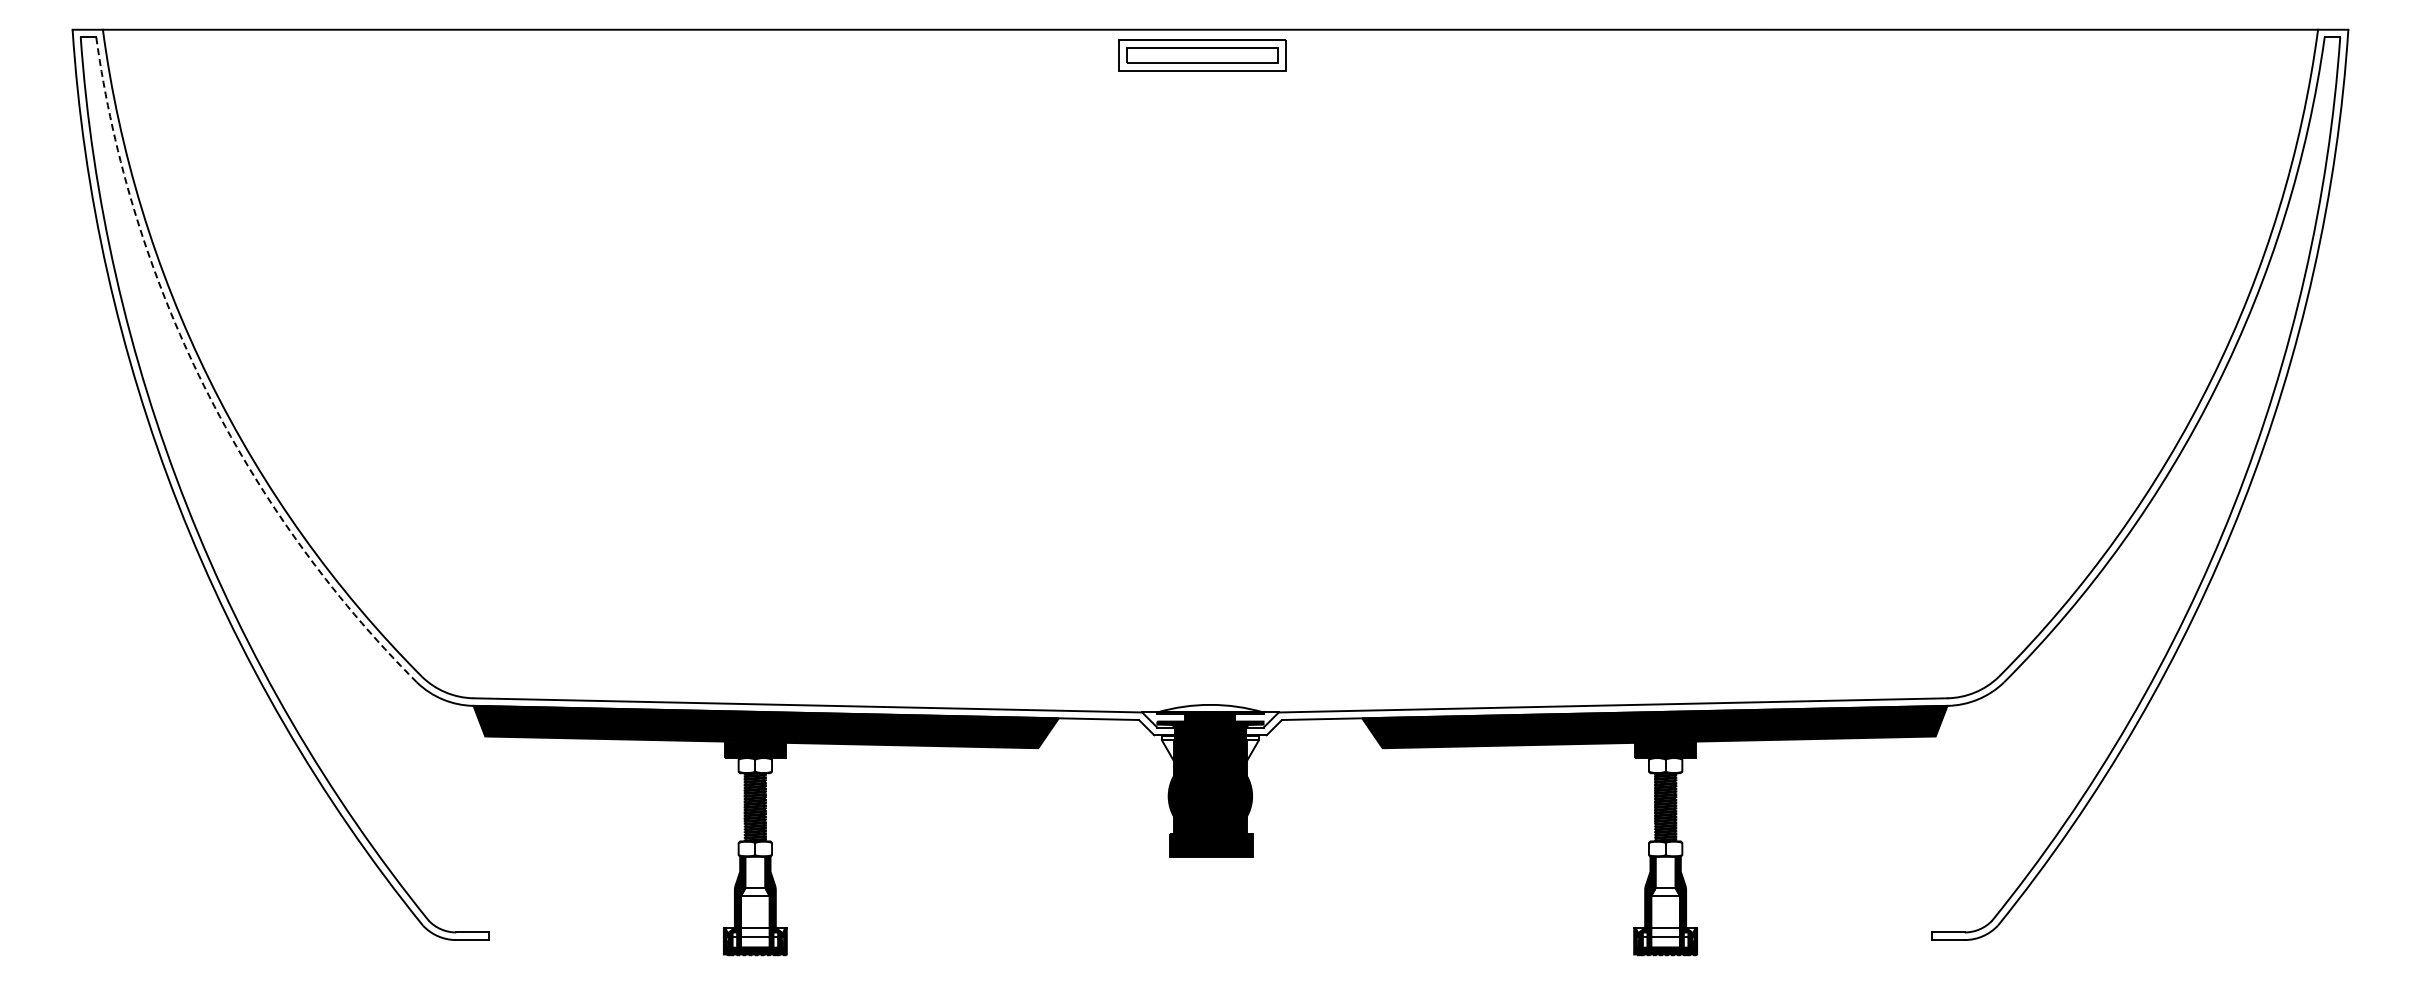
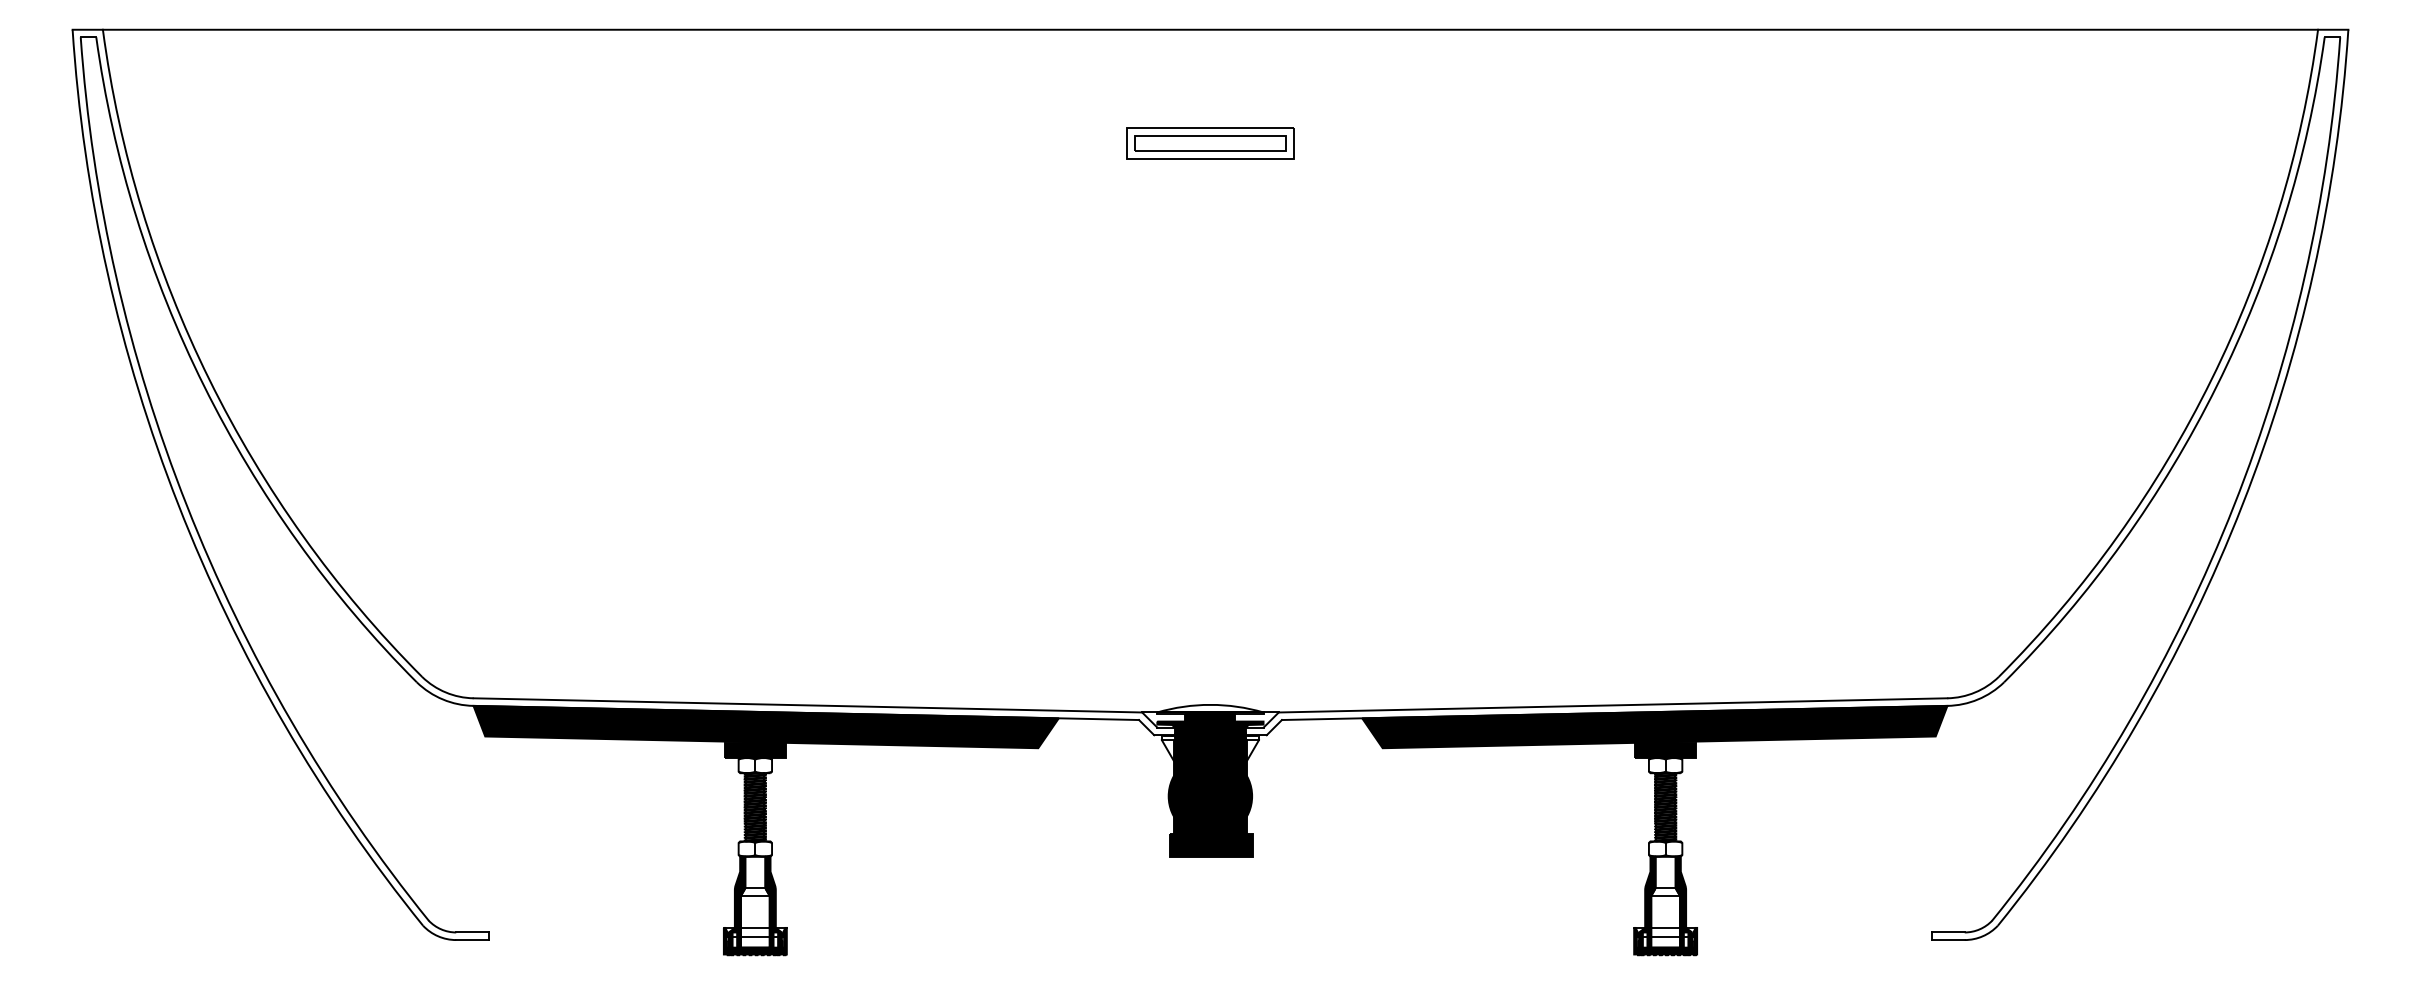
part at (1202, 55) position: (1202, 55) -> (1210, 143)
arc at (204, 385): dashed -> solid
